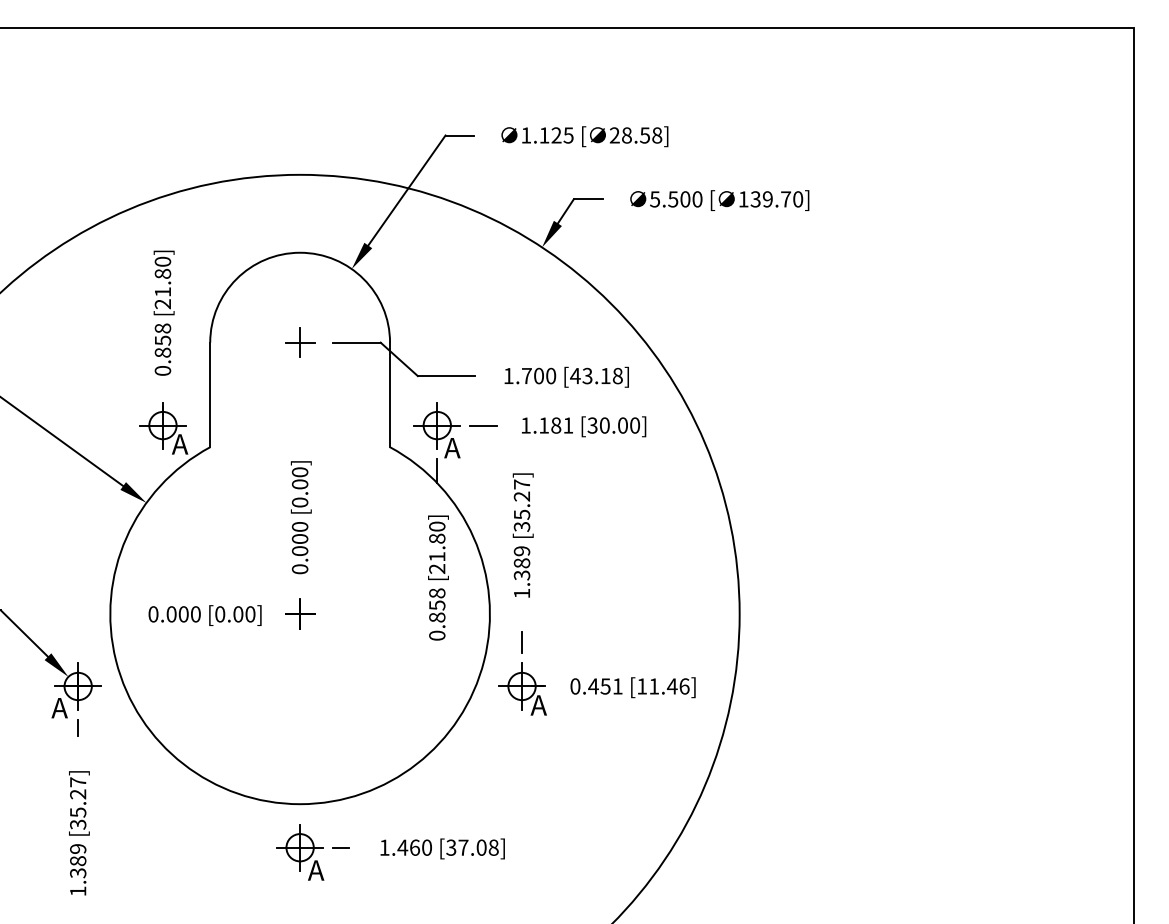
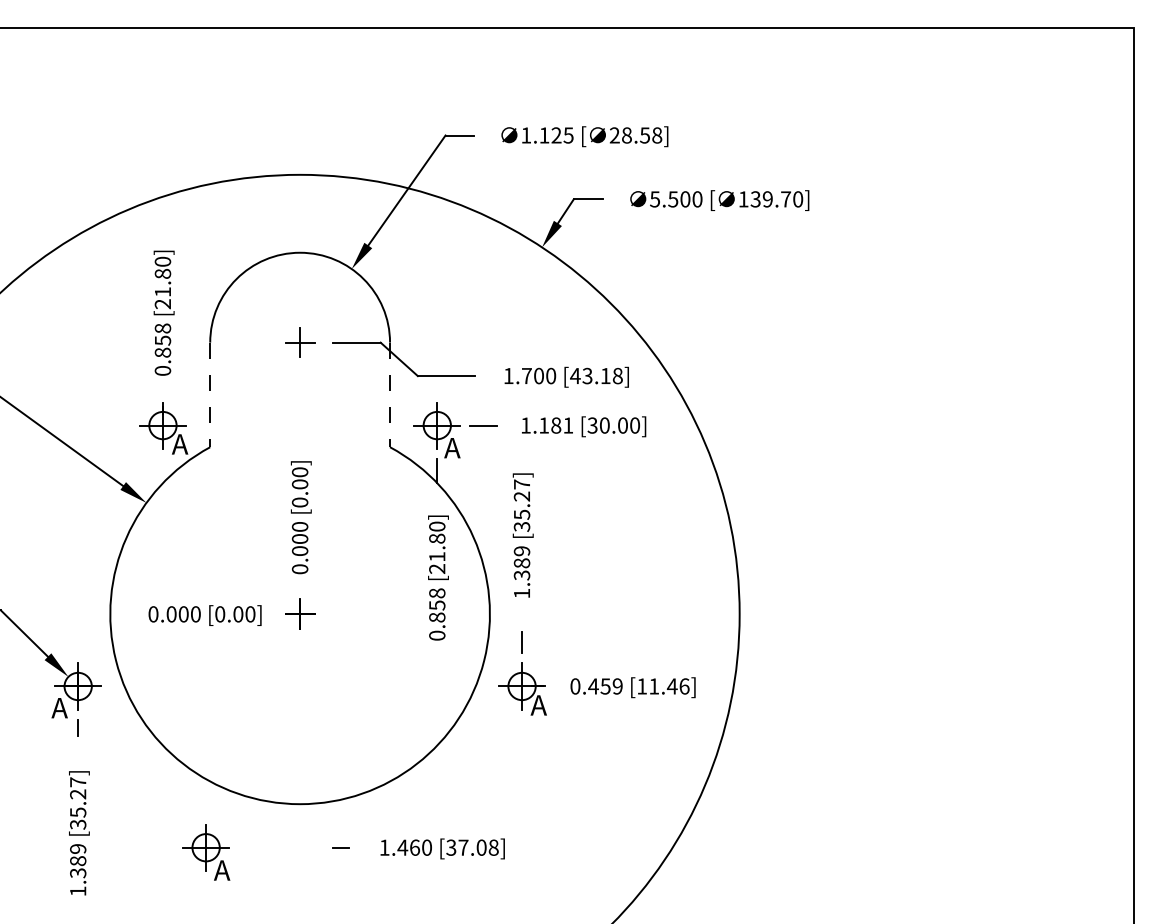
line at (210, 395): solid -> dashed
line at (390, 395): solid -> dashed
text at (617, 686): 0.451 -> 0.459
part at (300, 852) position: (300, 852) -> (206, 852)
